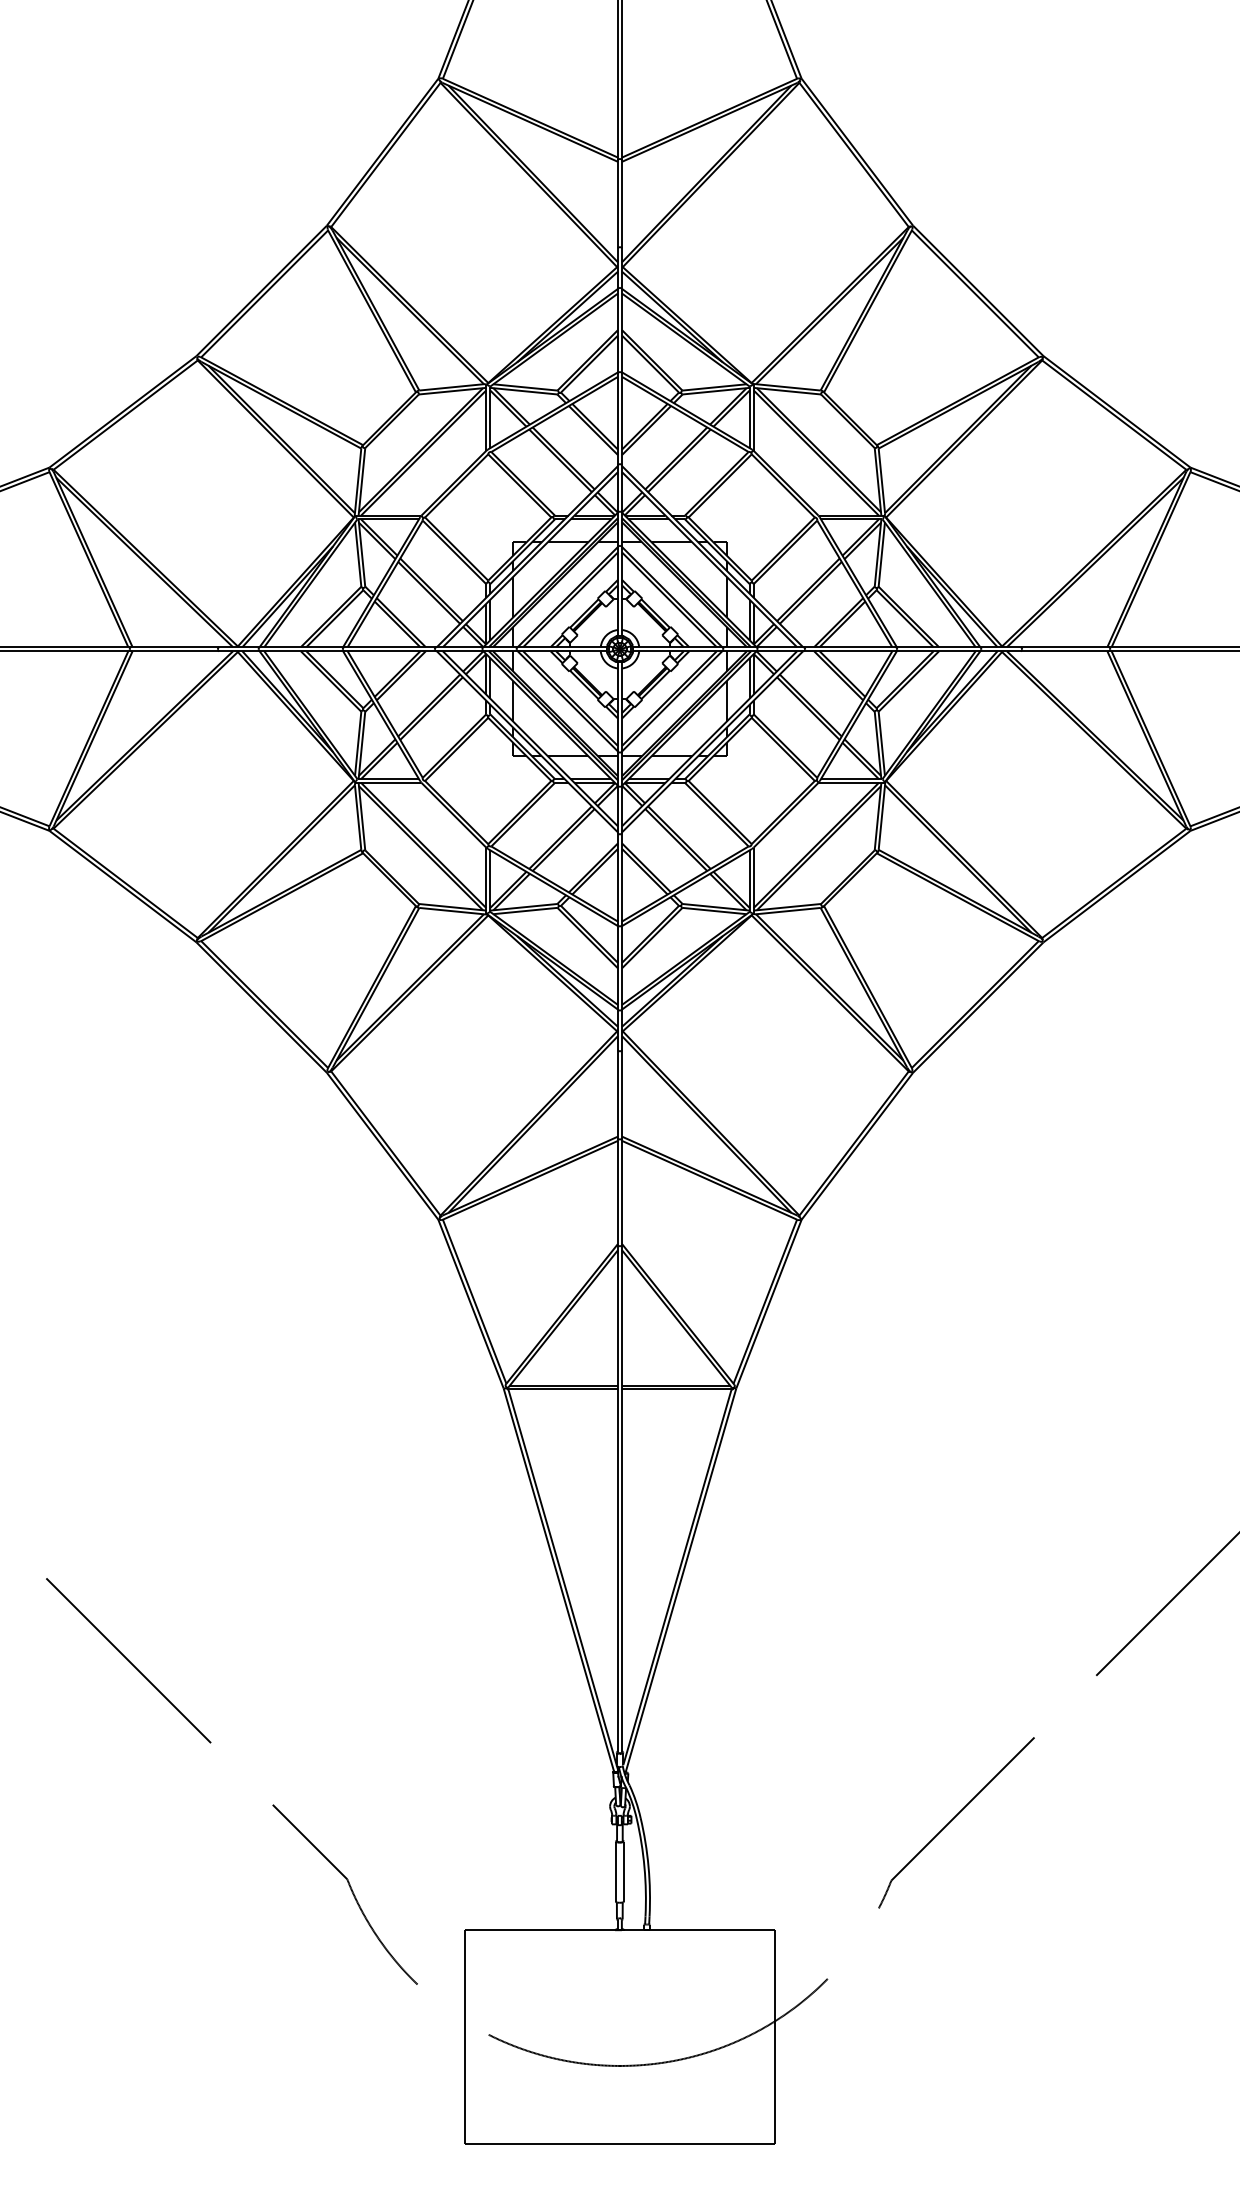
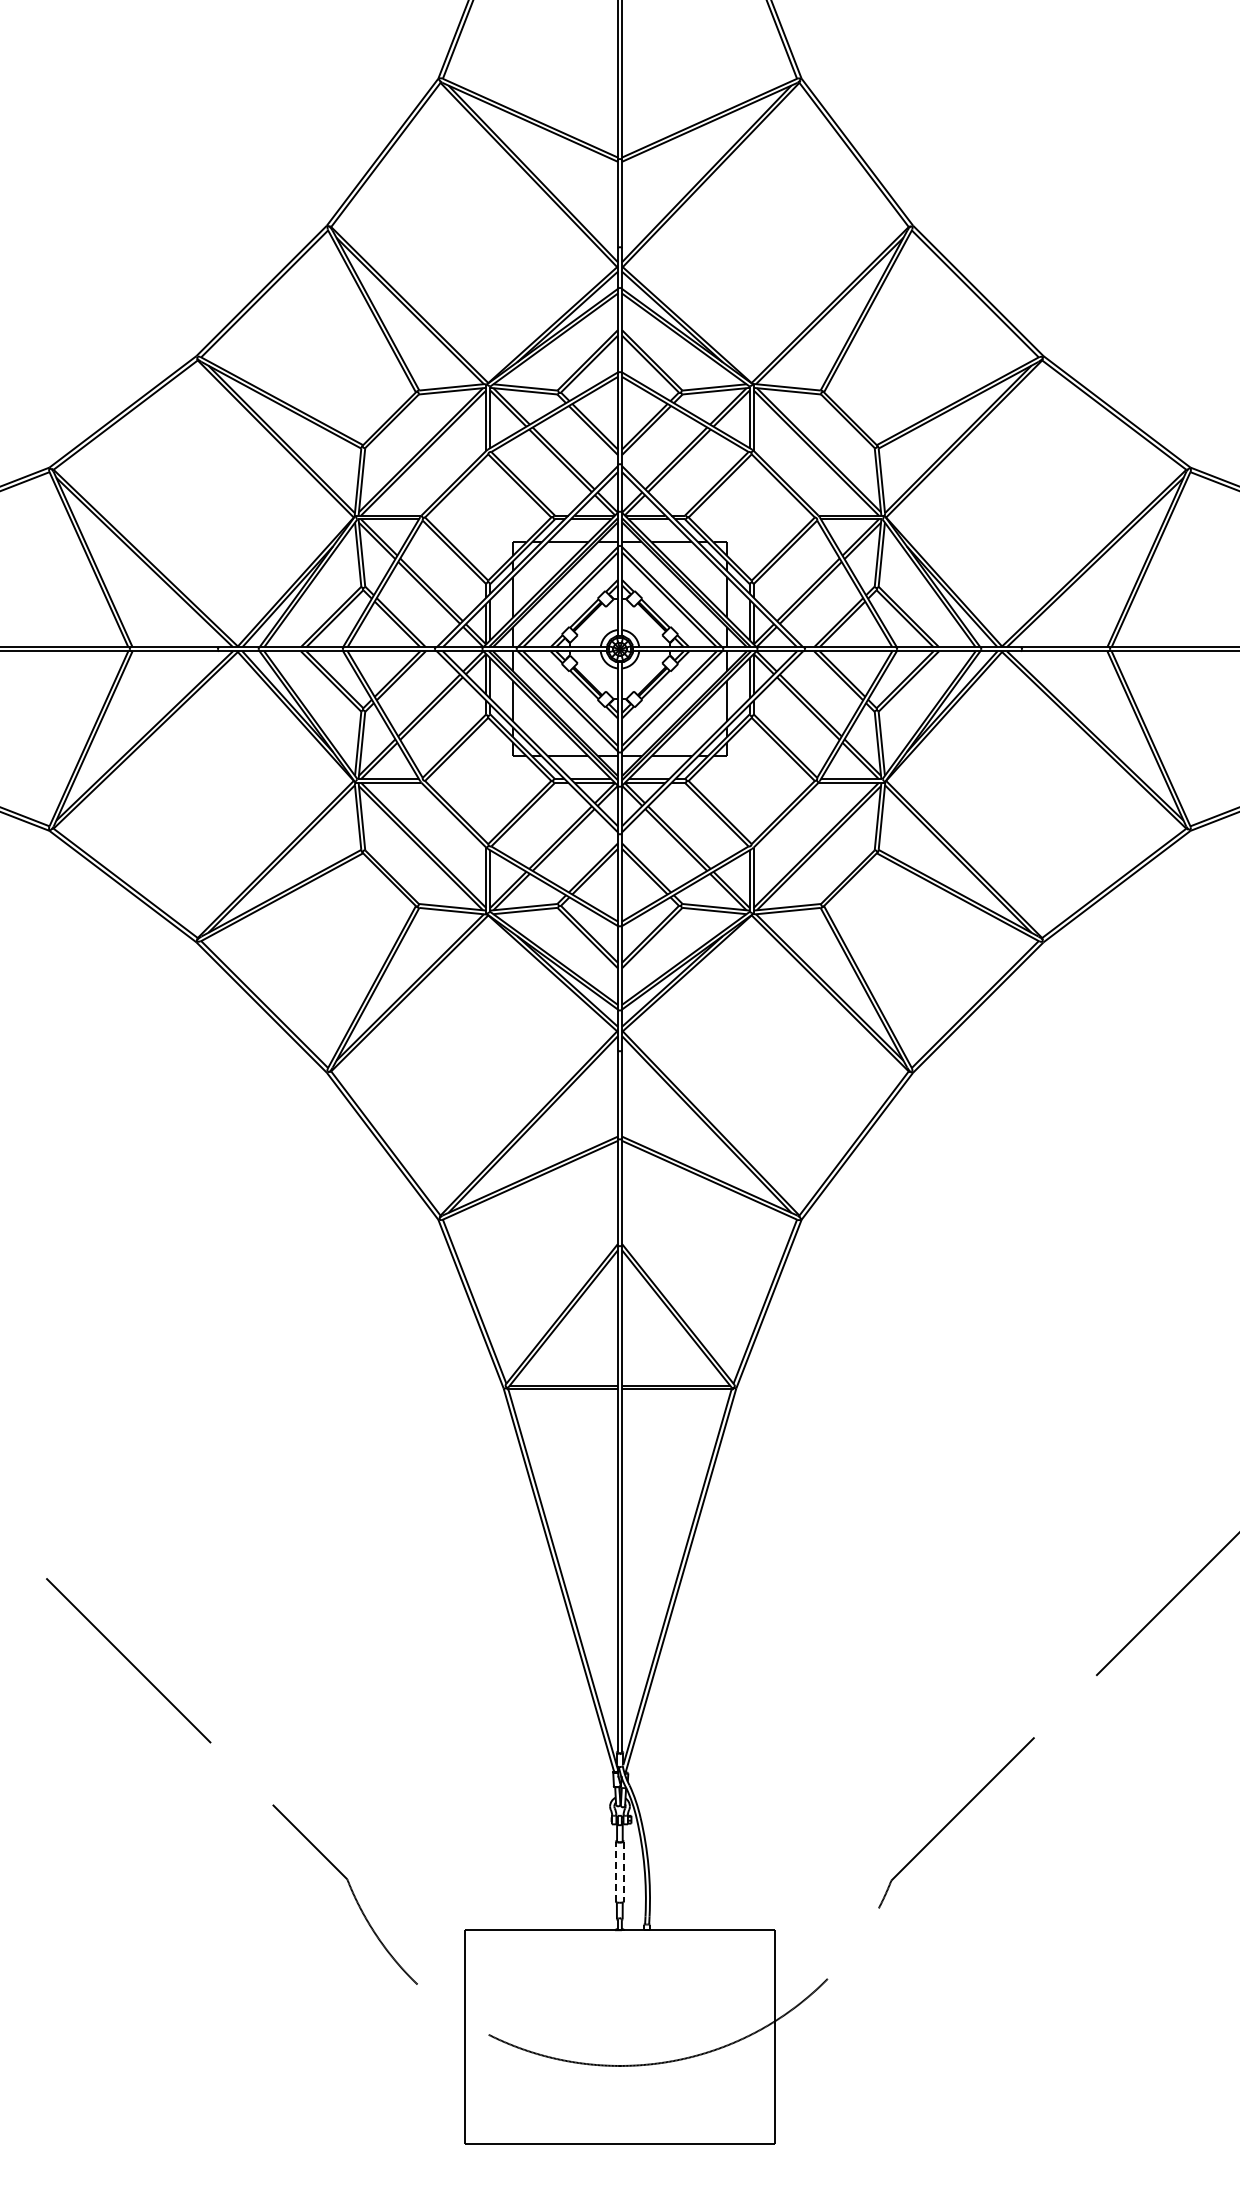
line at (615, 1871): solid -> dashed
line at (624, 1872): solid -> dashed
